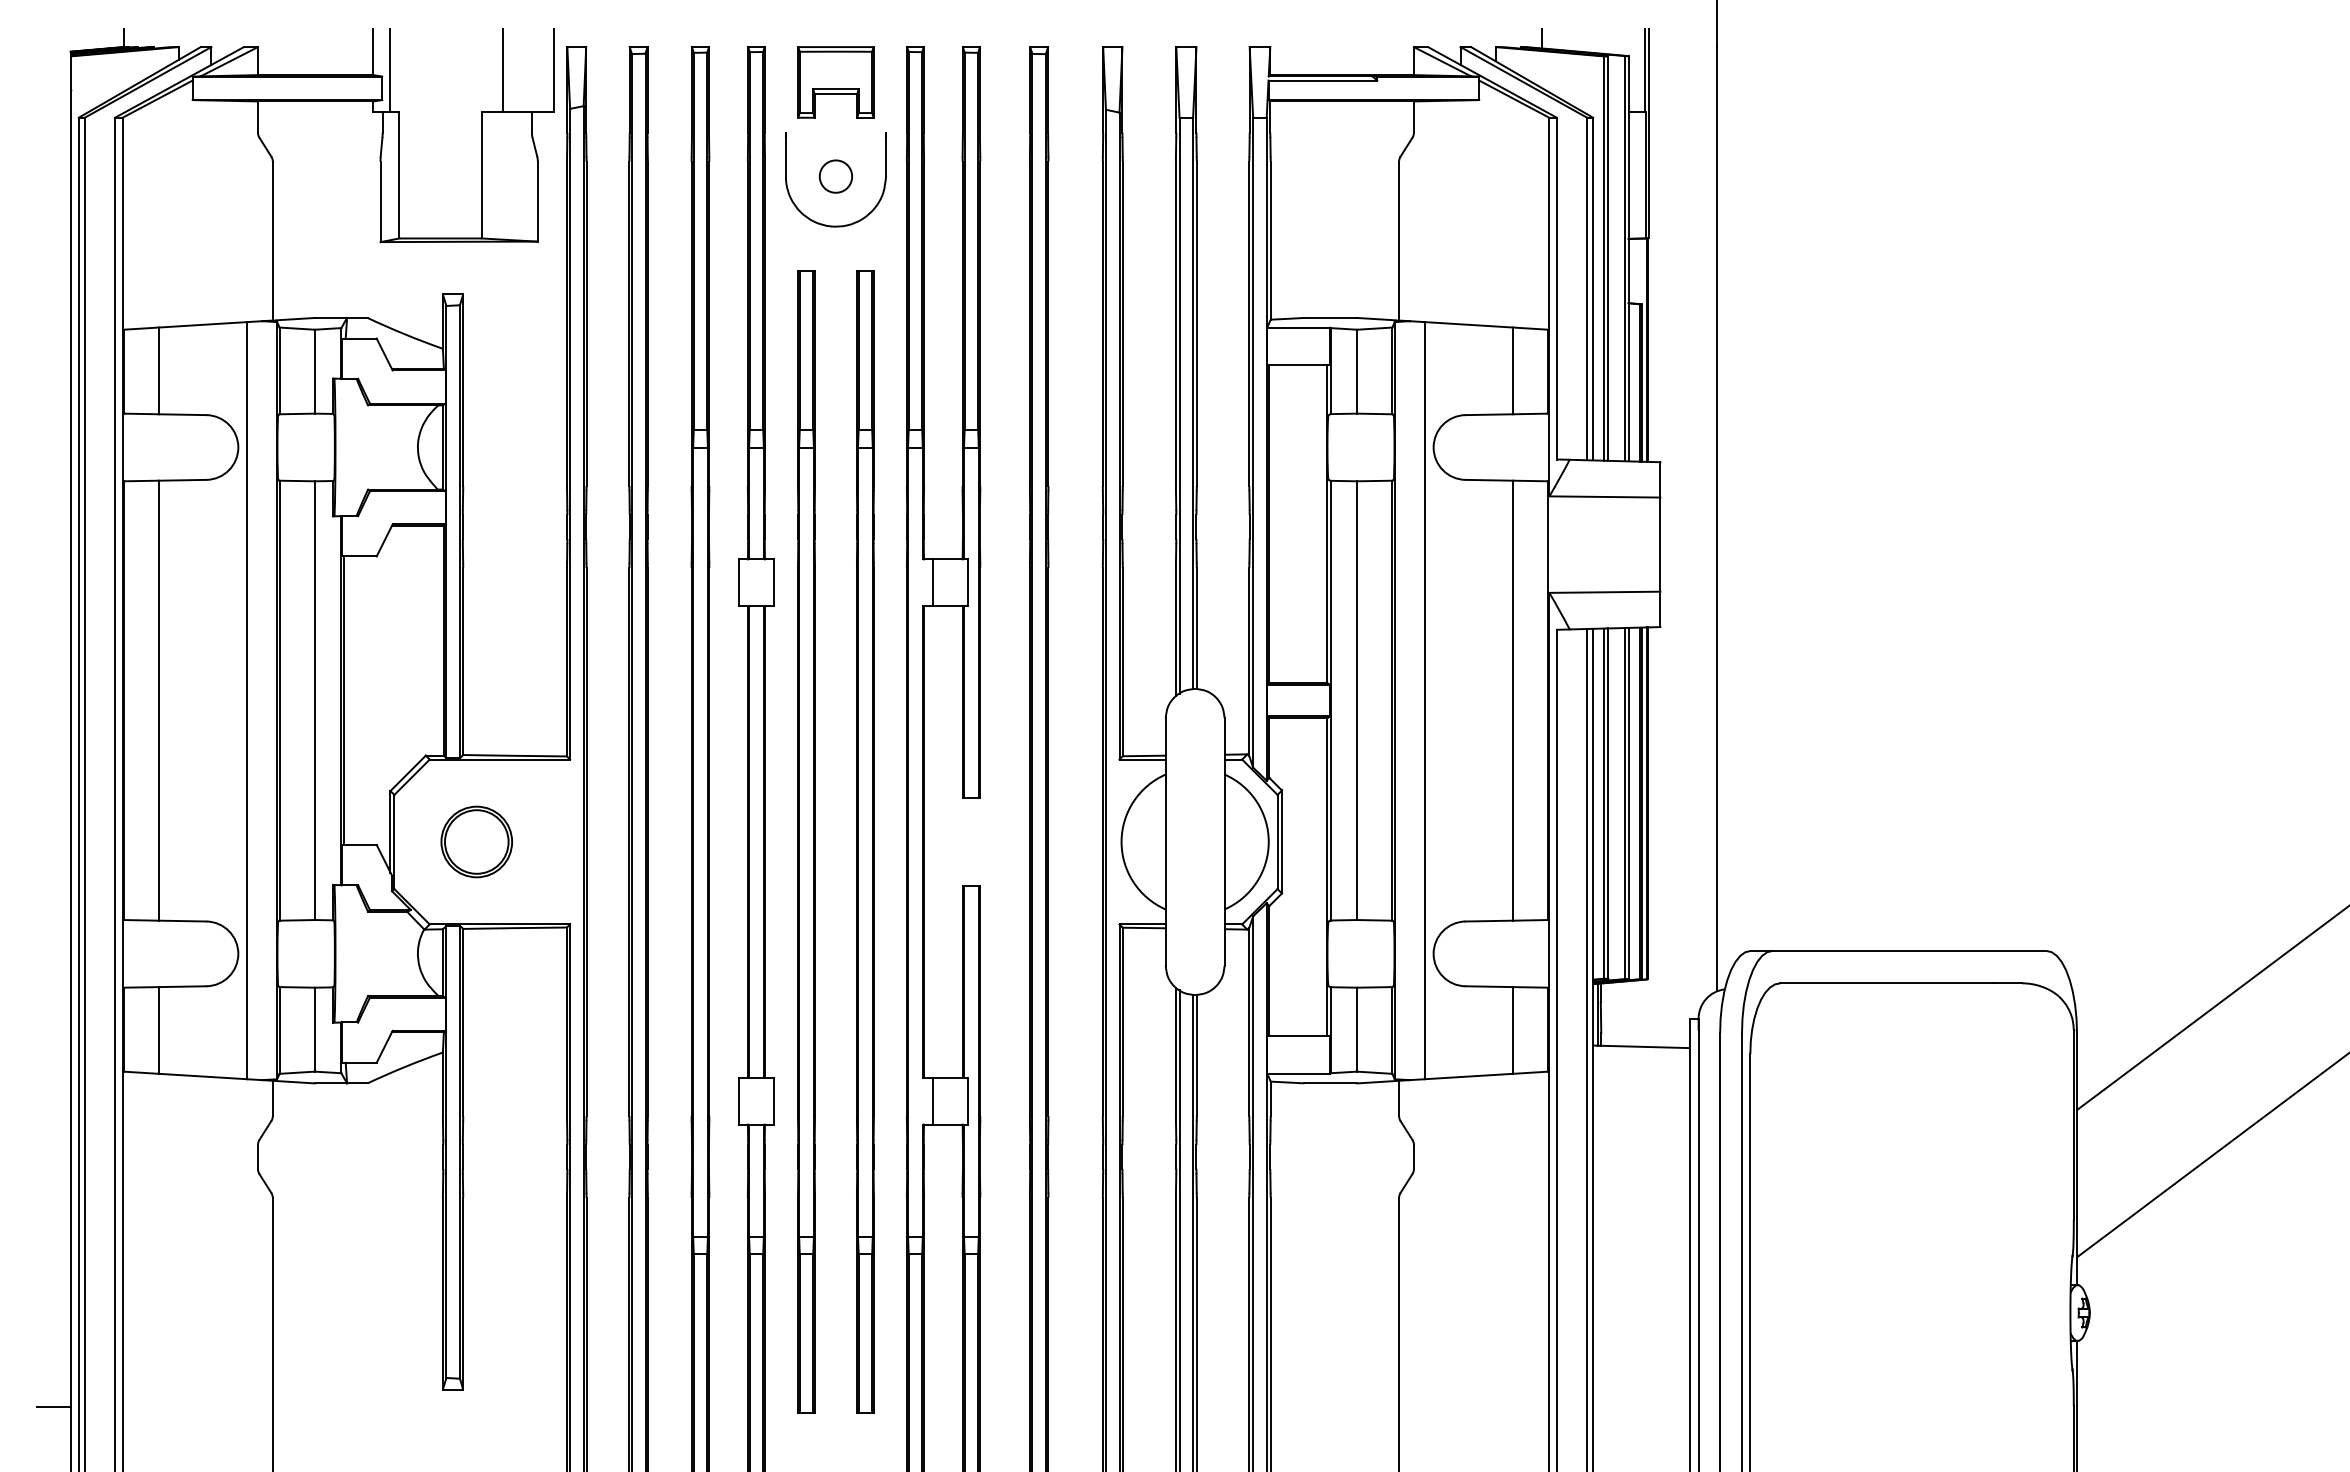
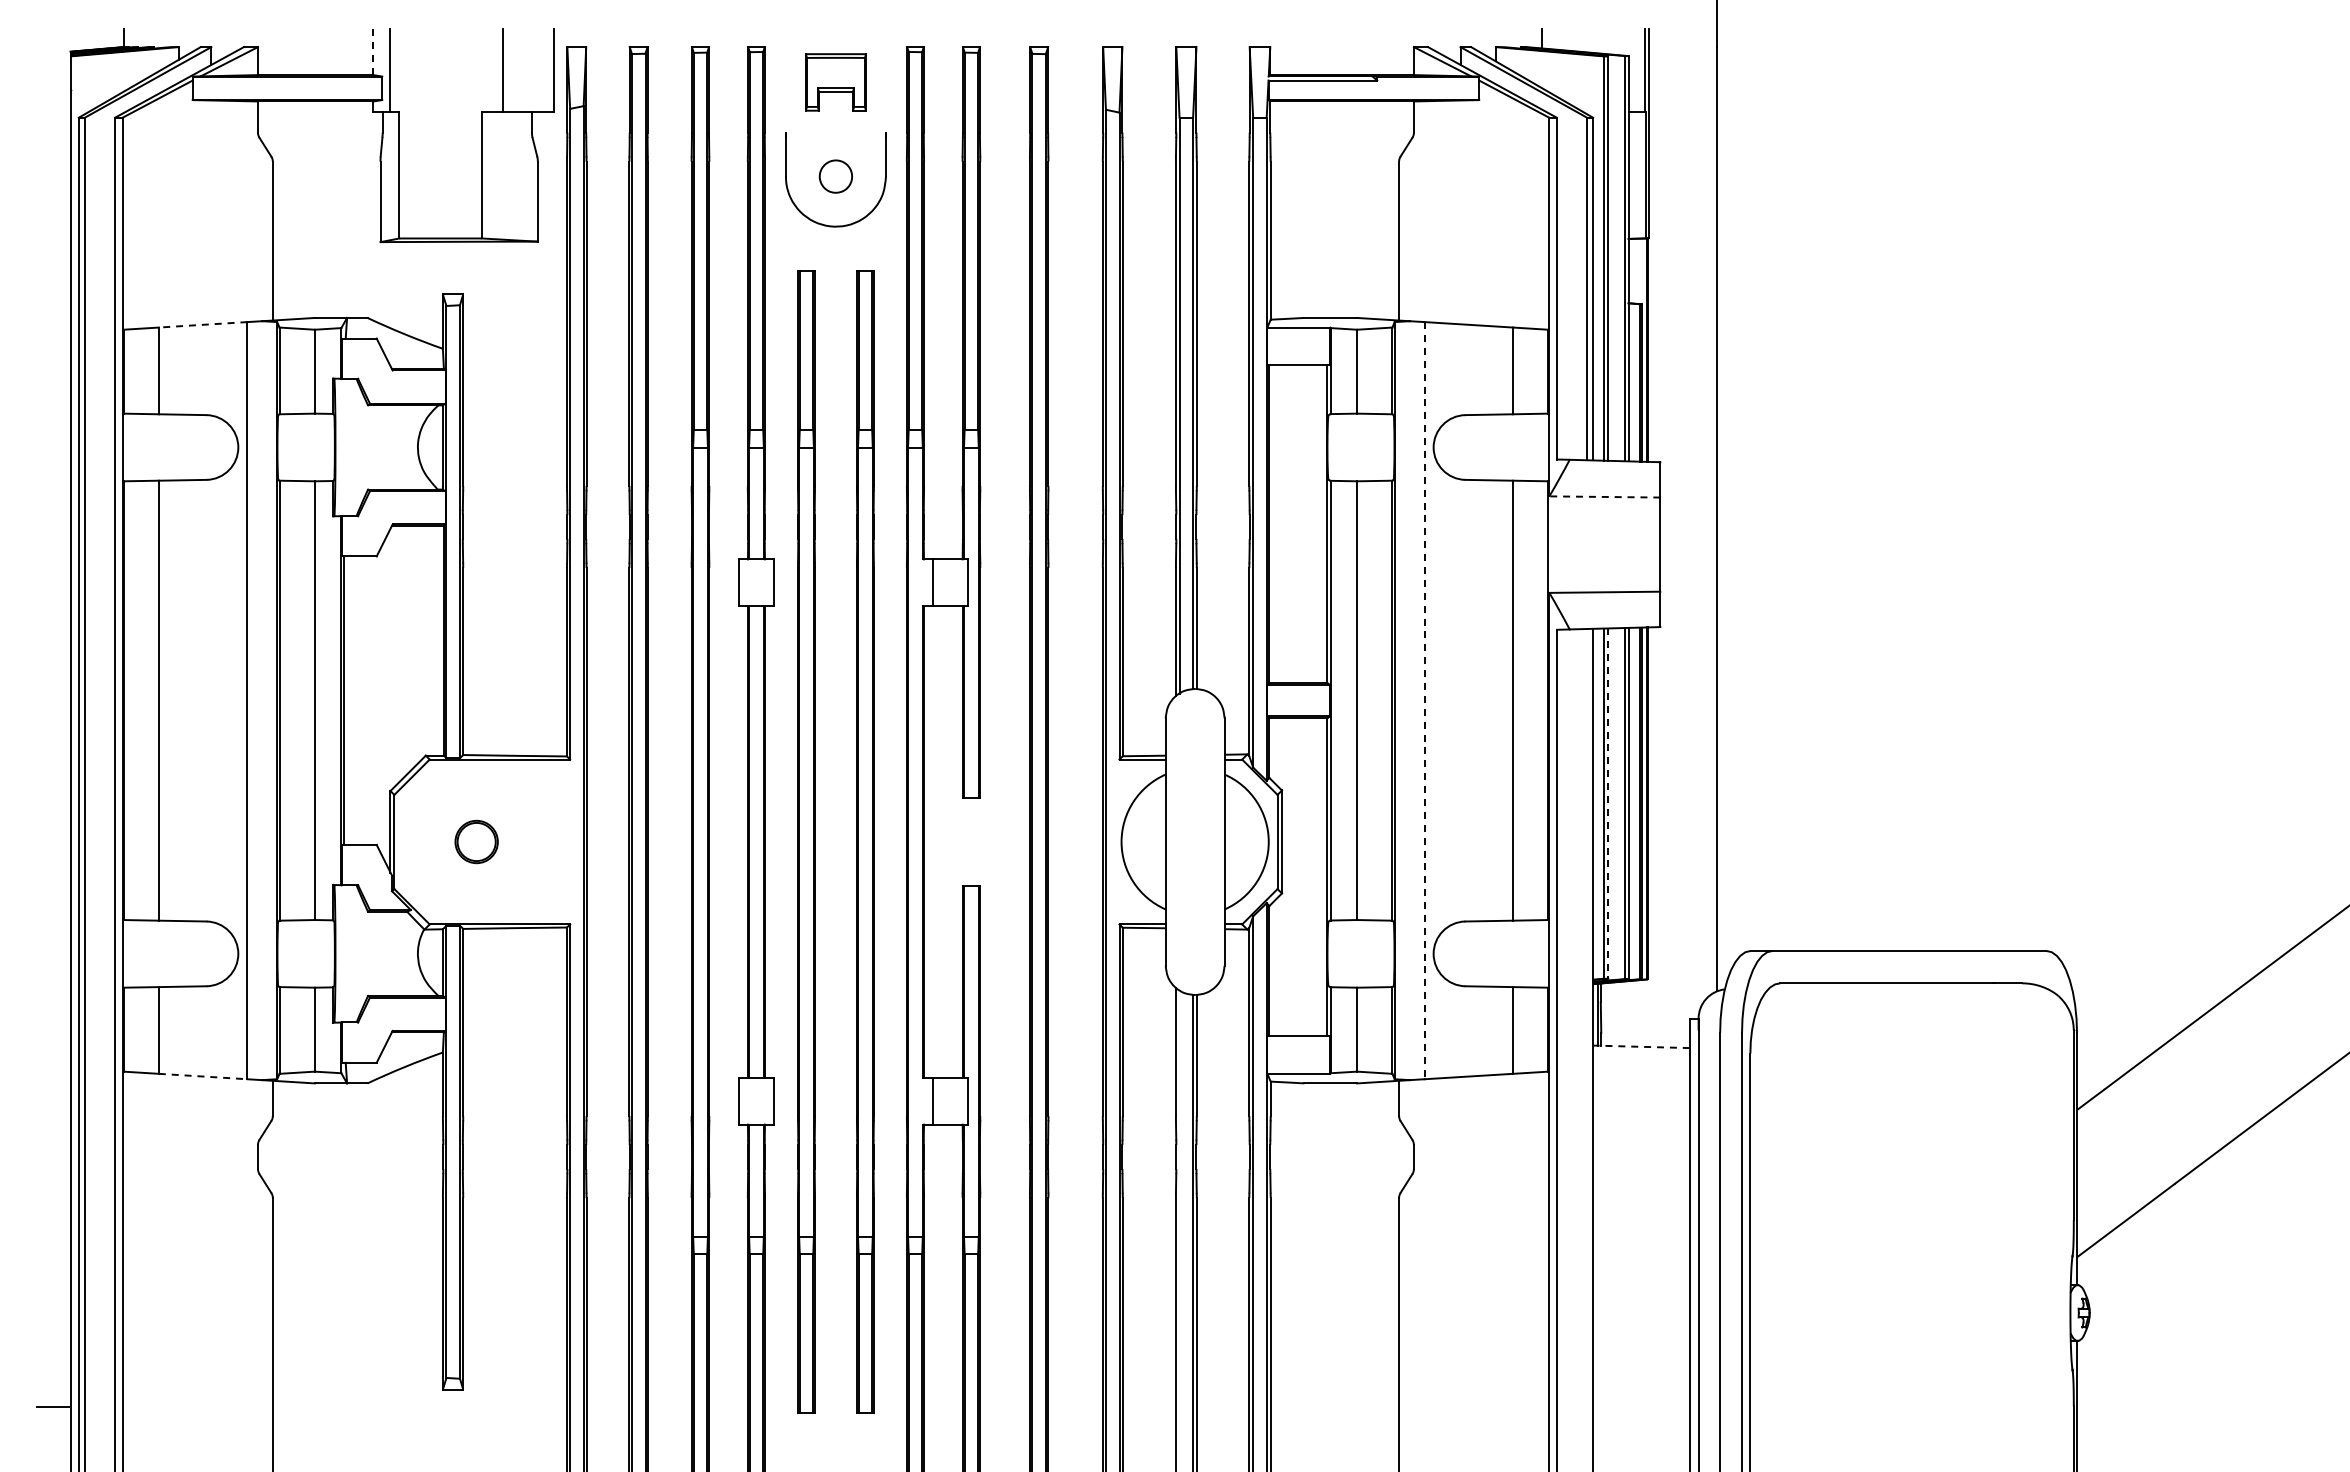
line at (373, 52): solid -> dashed
part at (835, 82) size: 78x73 px -> 62x59 px
line at (202, 324): solid -> dashed
line at (1604, 496): solid -> dashed
line at (1424, 700): solid -> dashed
line at (1608, 804): solid -> dashed
part at (476, 841) size: 73x74 px -> 45x46 px
line at (1640, 1046): solid -> dashed
line at (1587, 1048): present -> none
line at (203, 1076): solid -> dashed
line at (1179, 1228): present -> none
